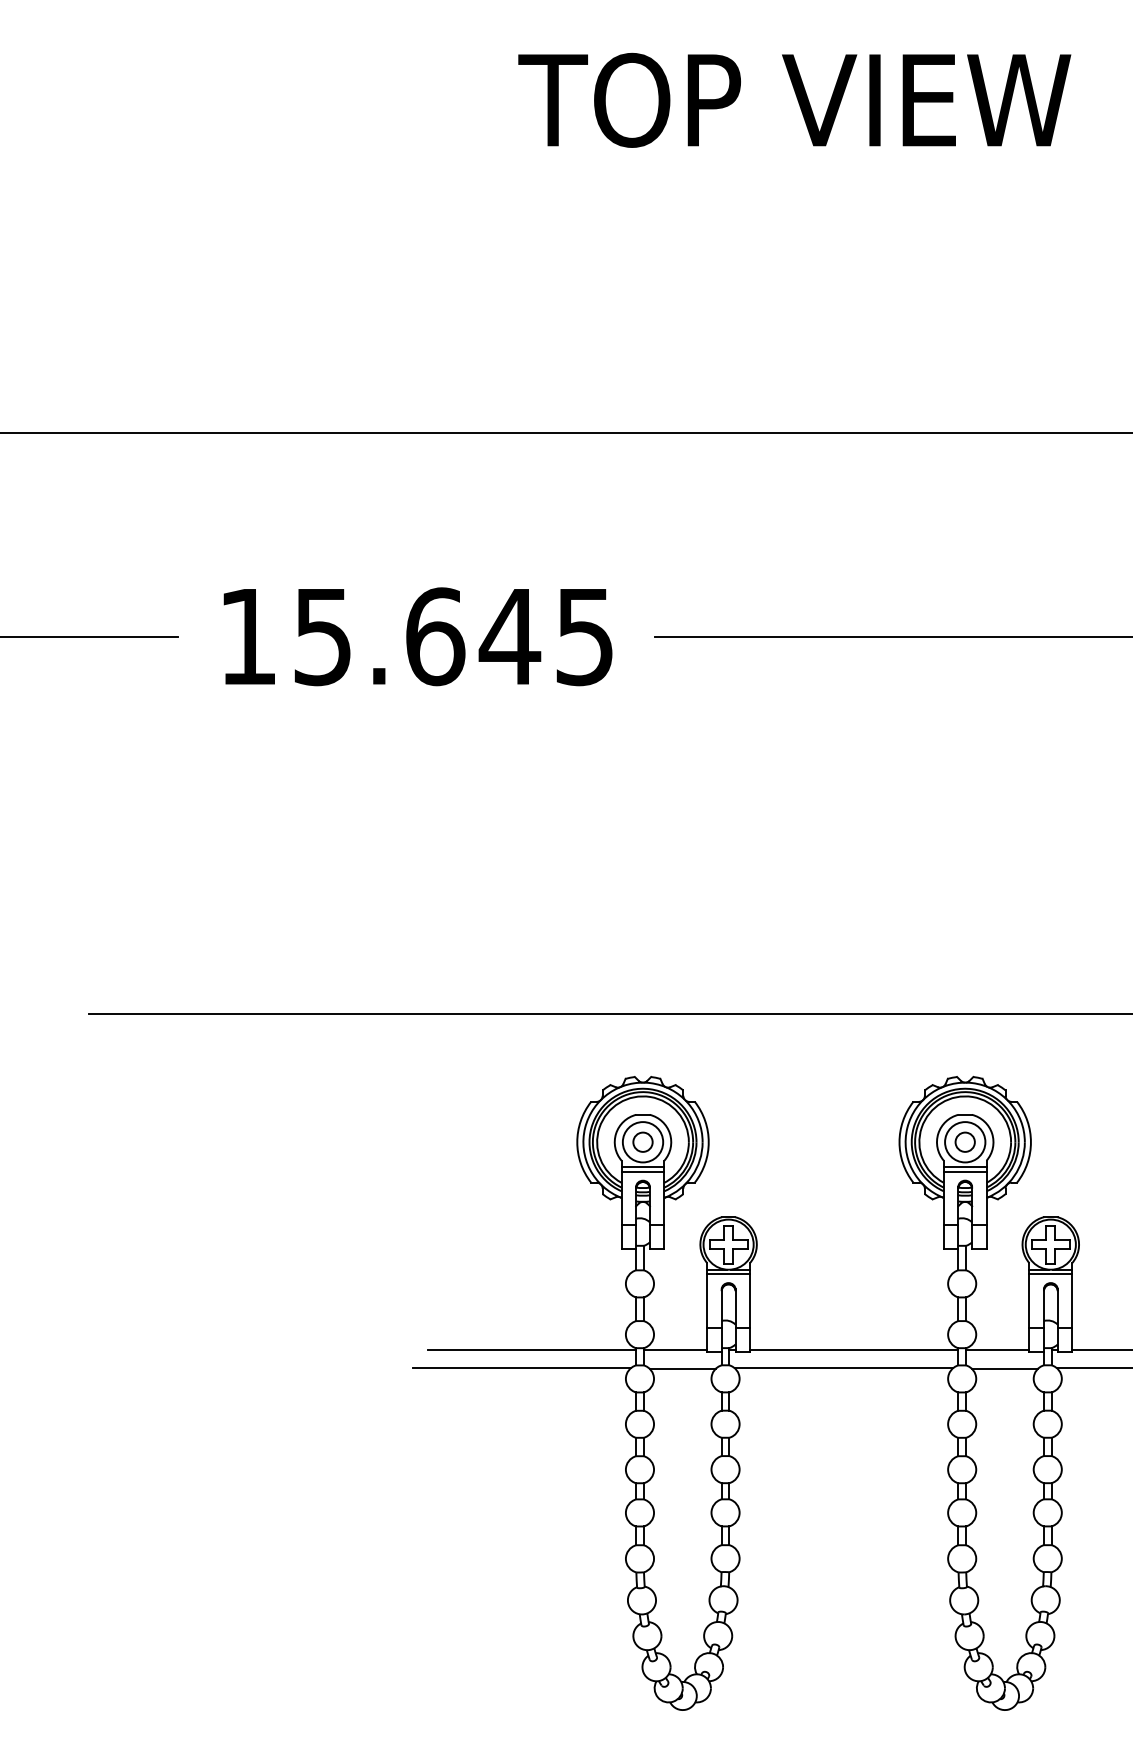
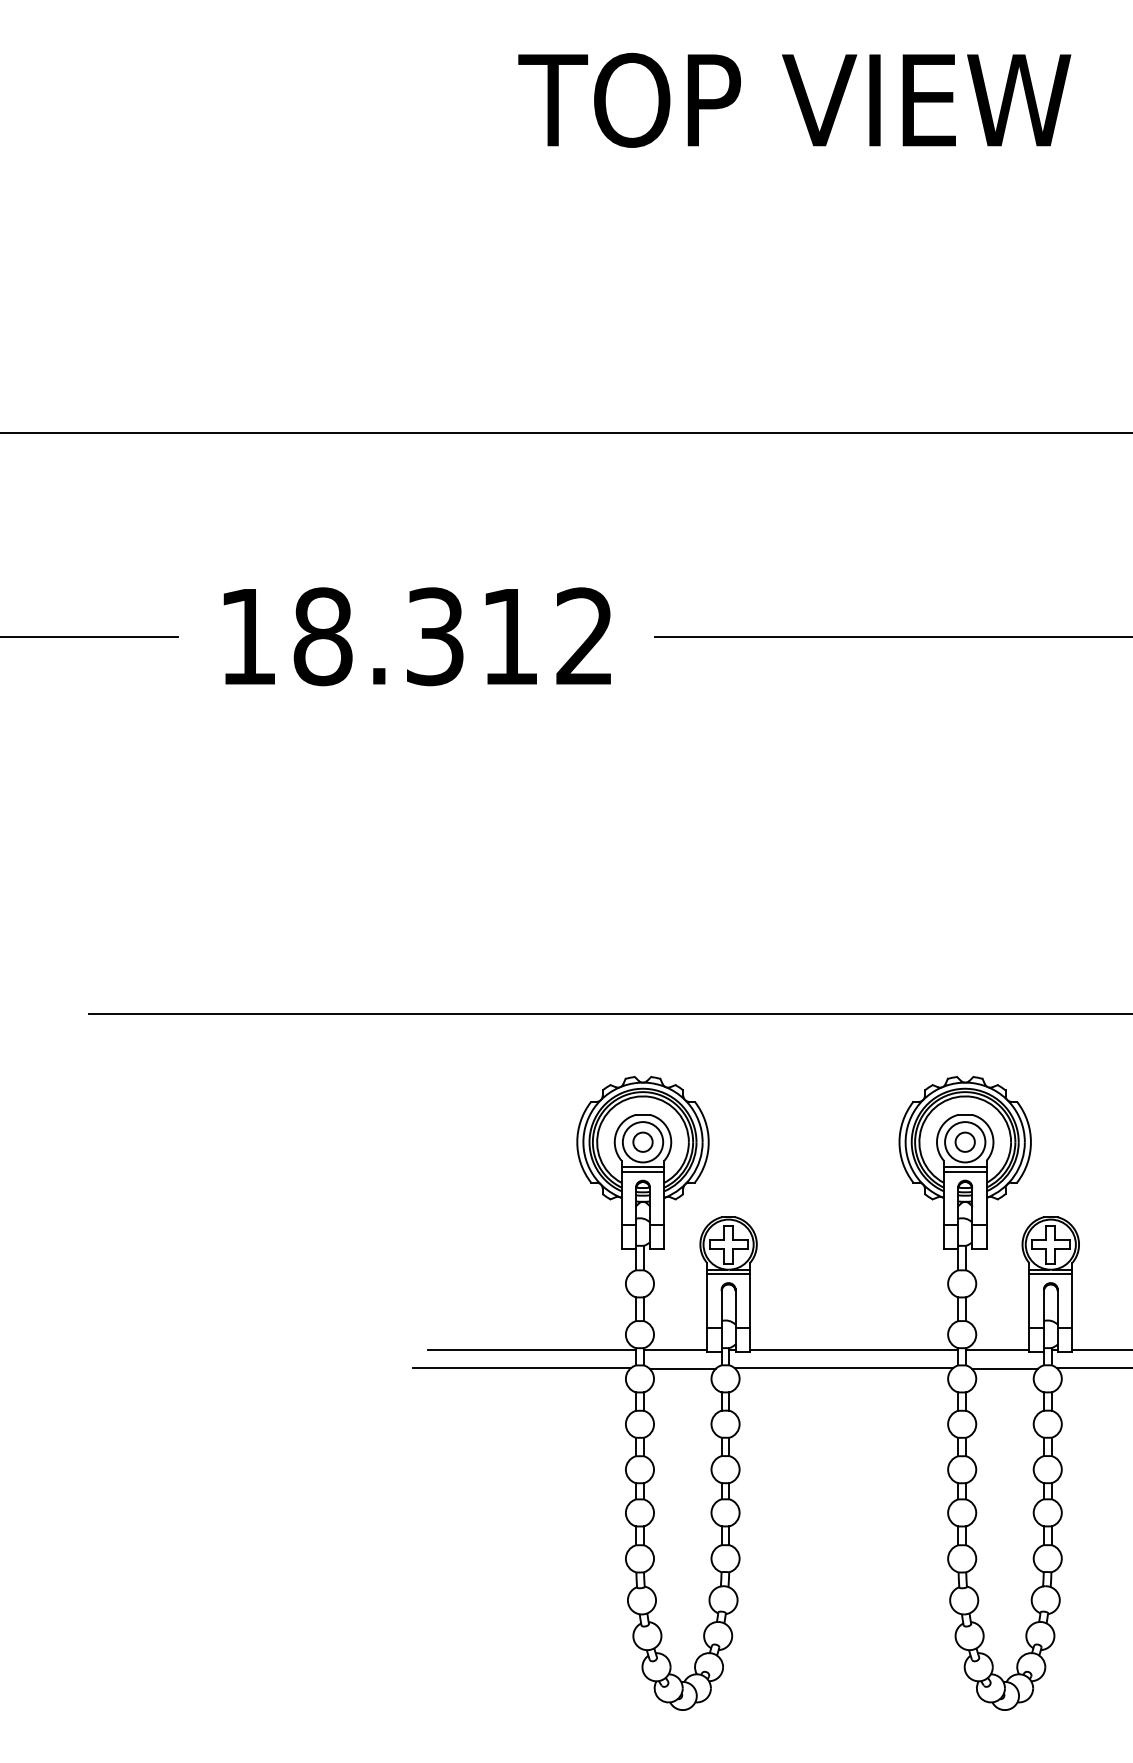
text at (452, 636): 15.645 -> 18.312
